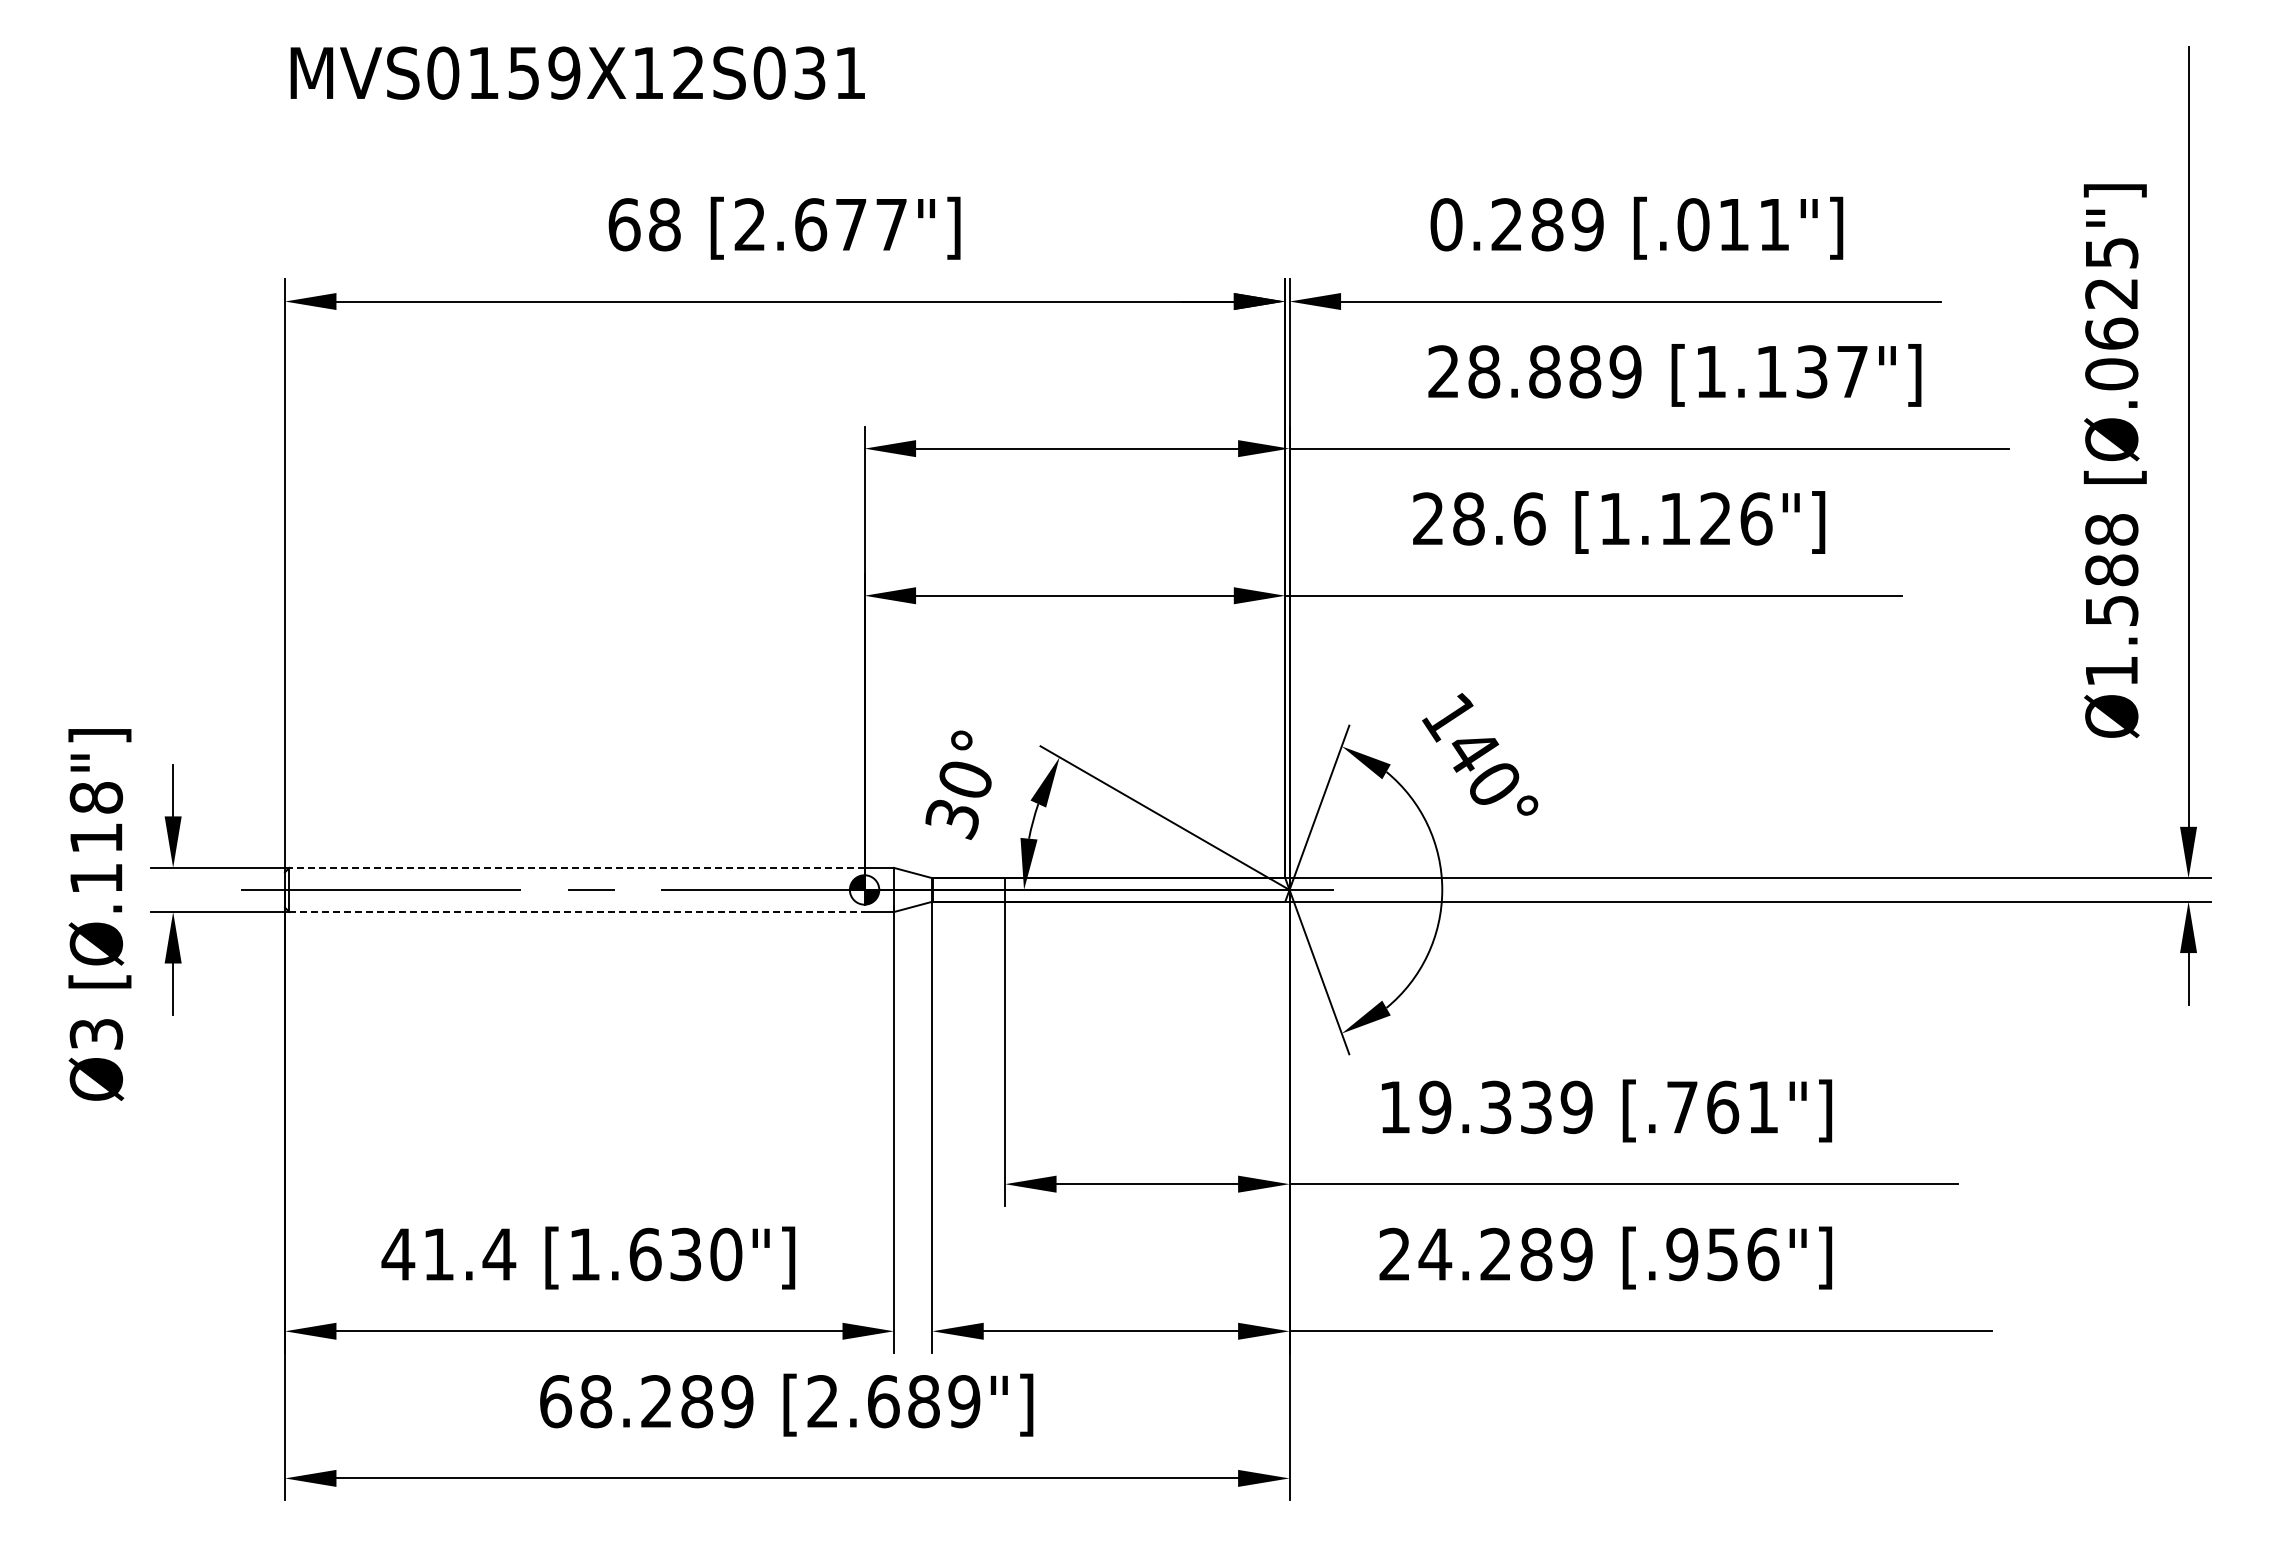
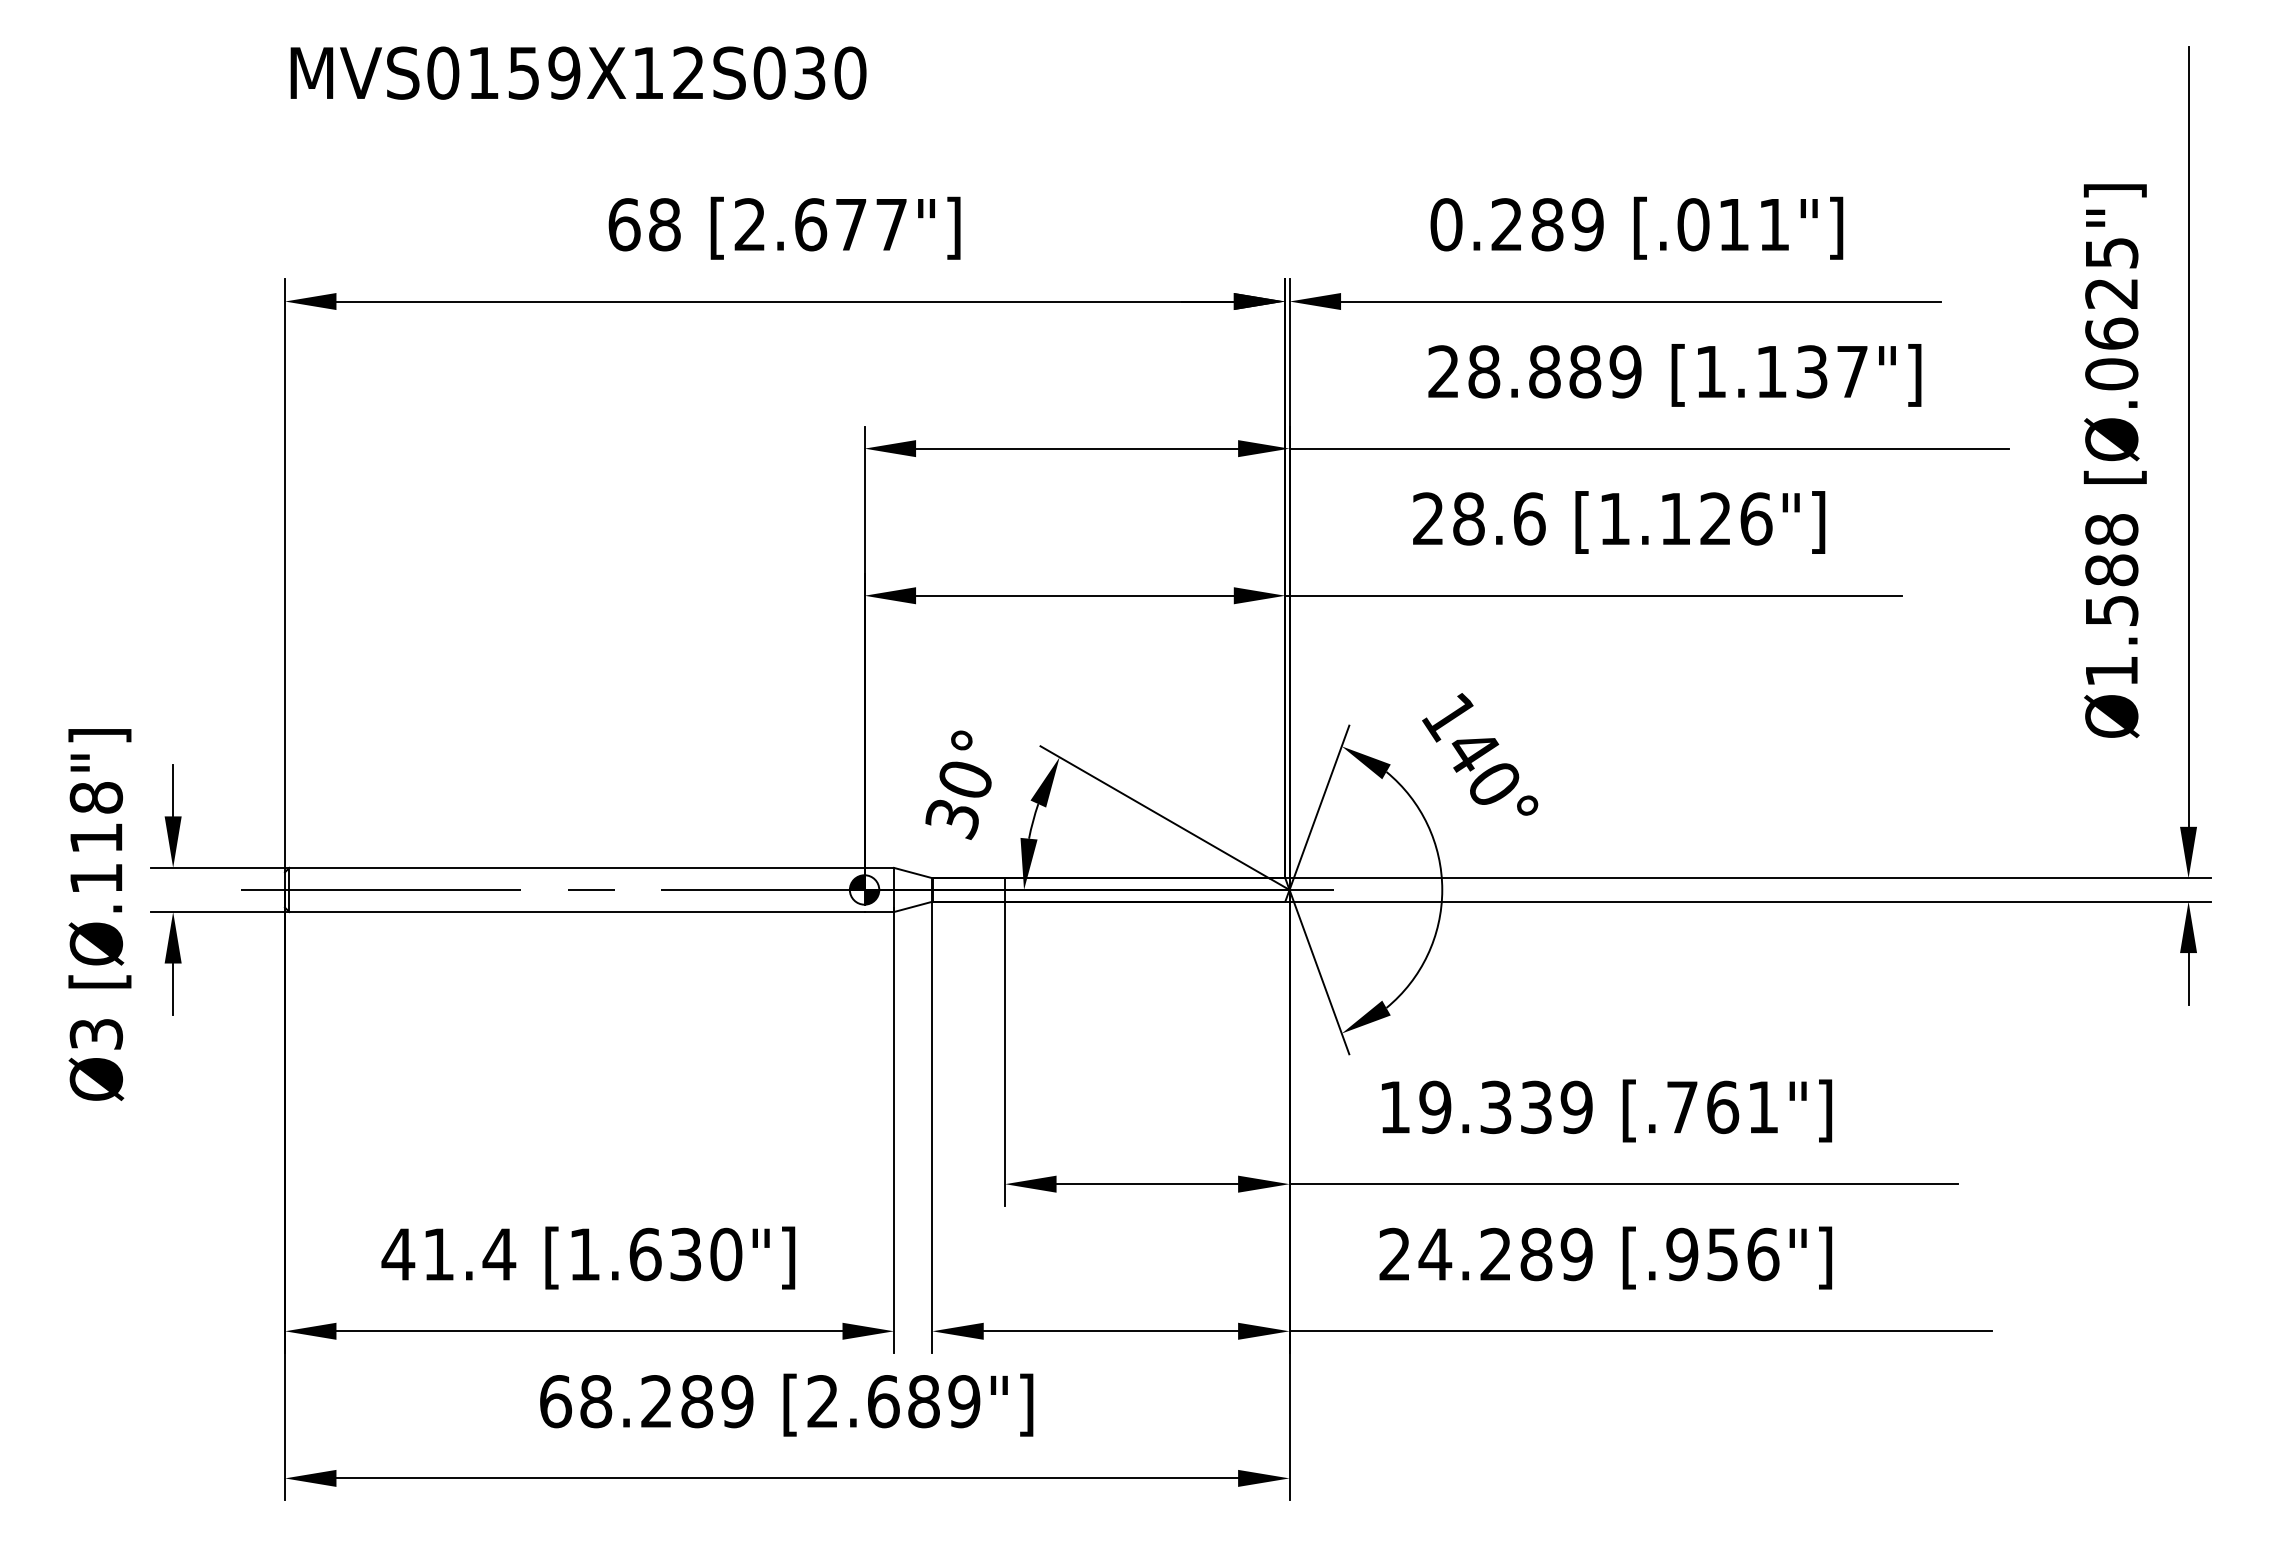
text at (850, 72): MVS0159X12S031 -> MVS0159X12S030
line at (576, 867): dashed -> solid
line at (576, 912): dashed -> solid
